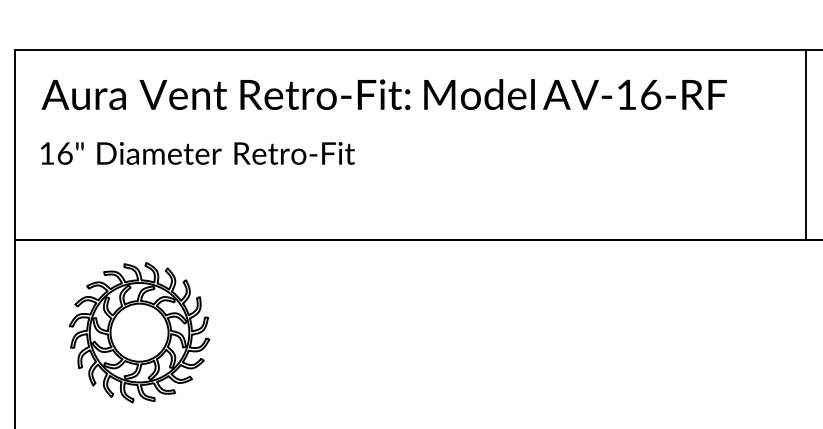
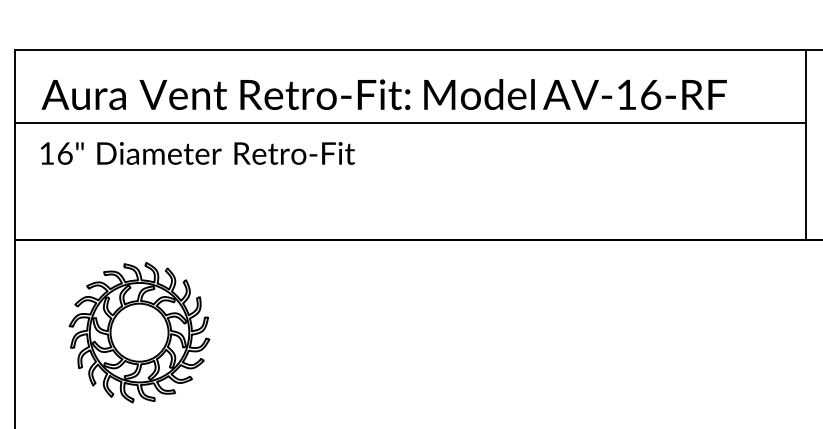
line at (410, 122): none -> present
